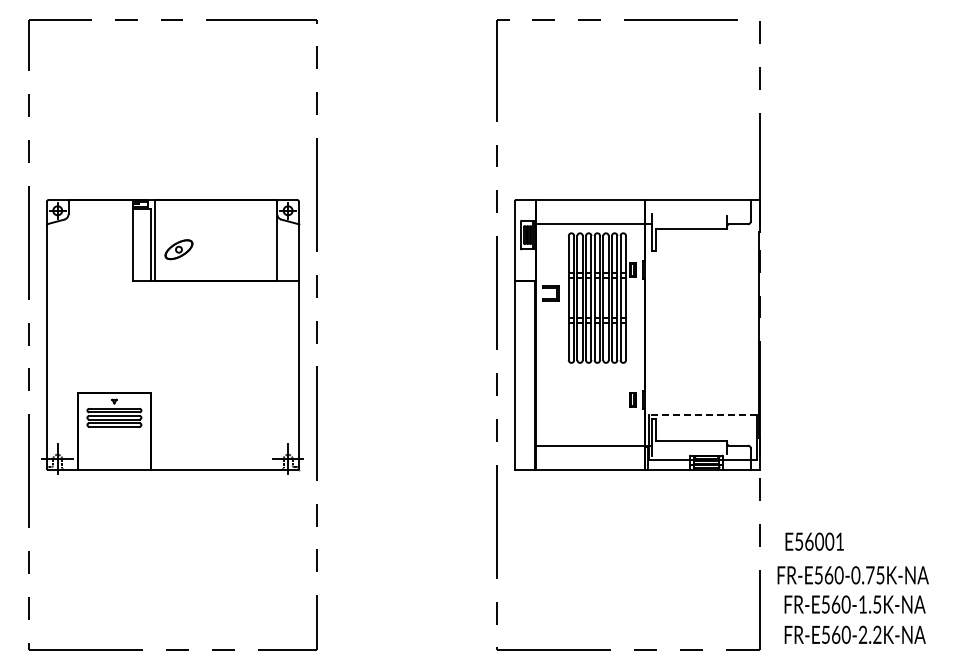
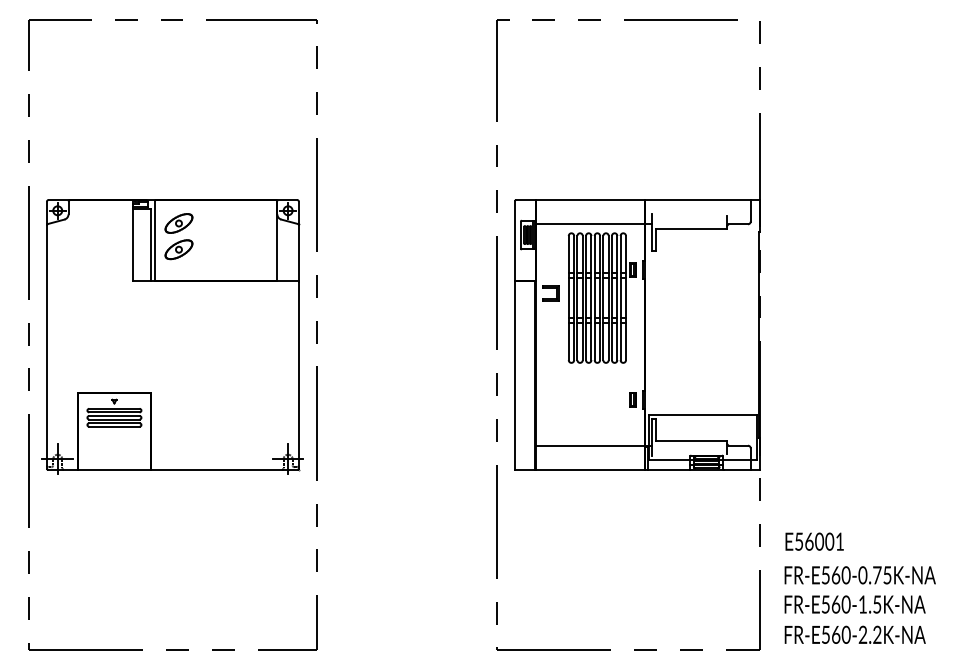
part at (178, 223): none -> present
line at (702, 415): dashed -> solid
text at (852, 575) position: (852, 575) -> (859, 575)
